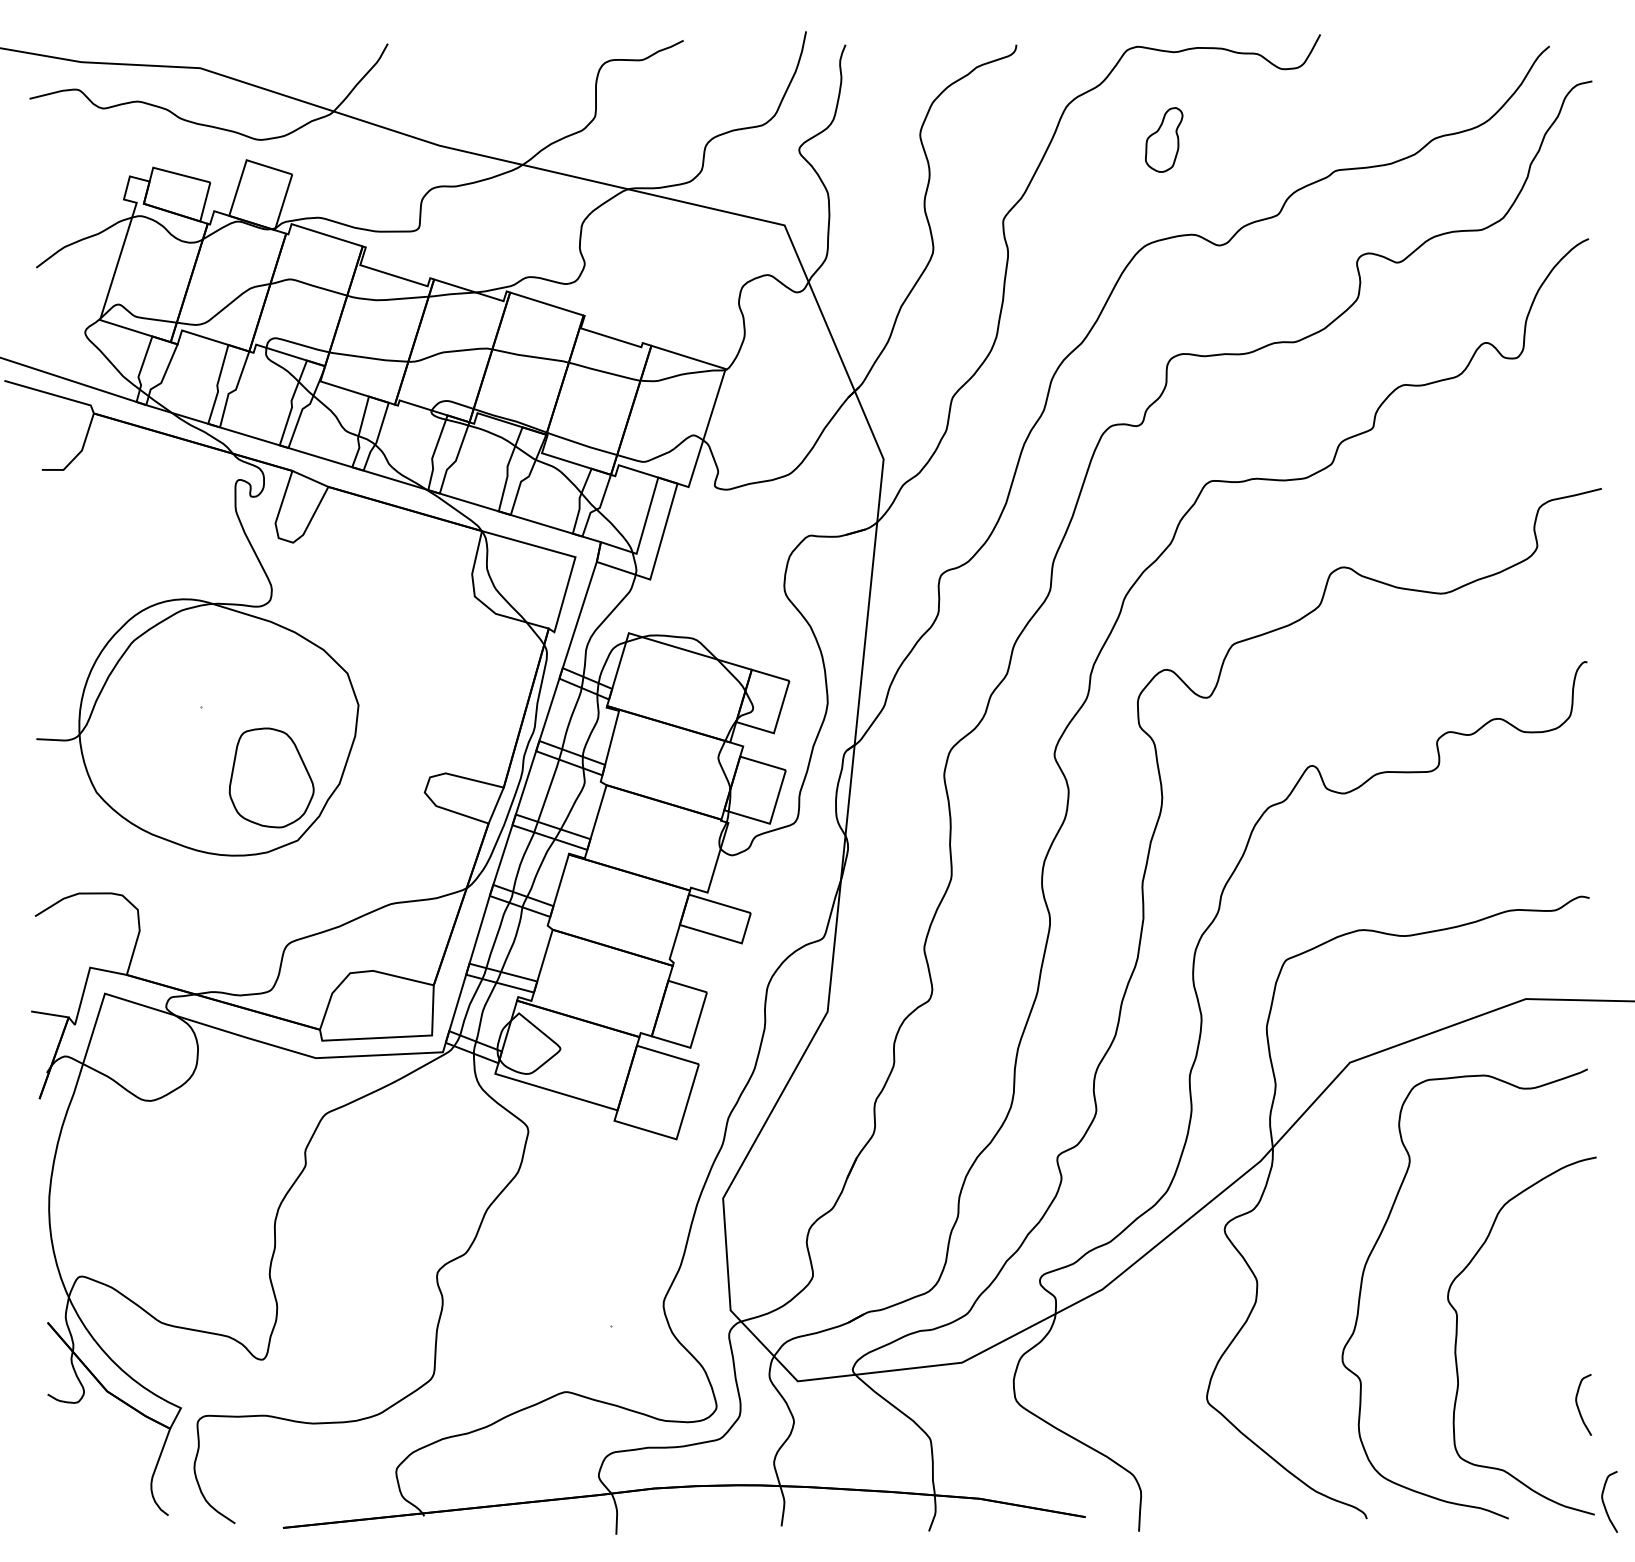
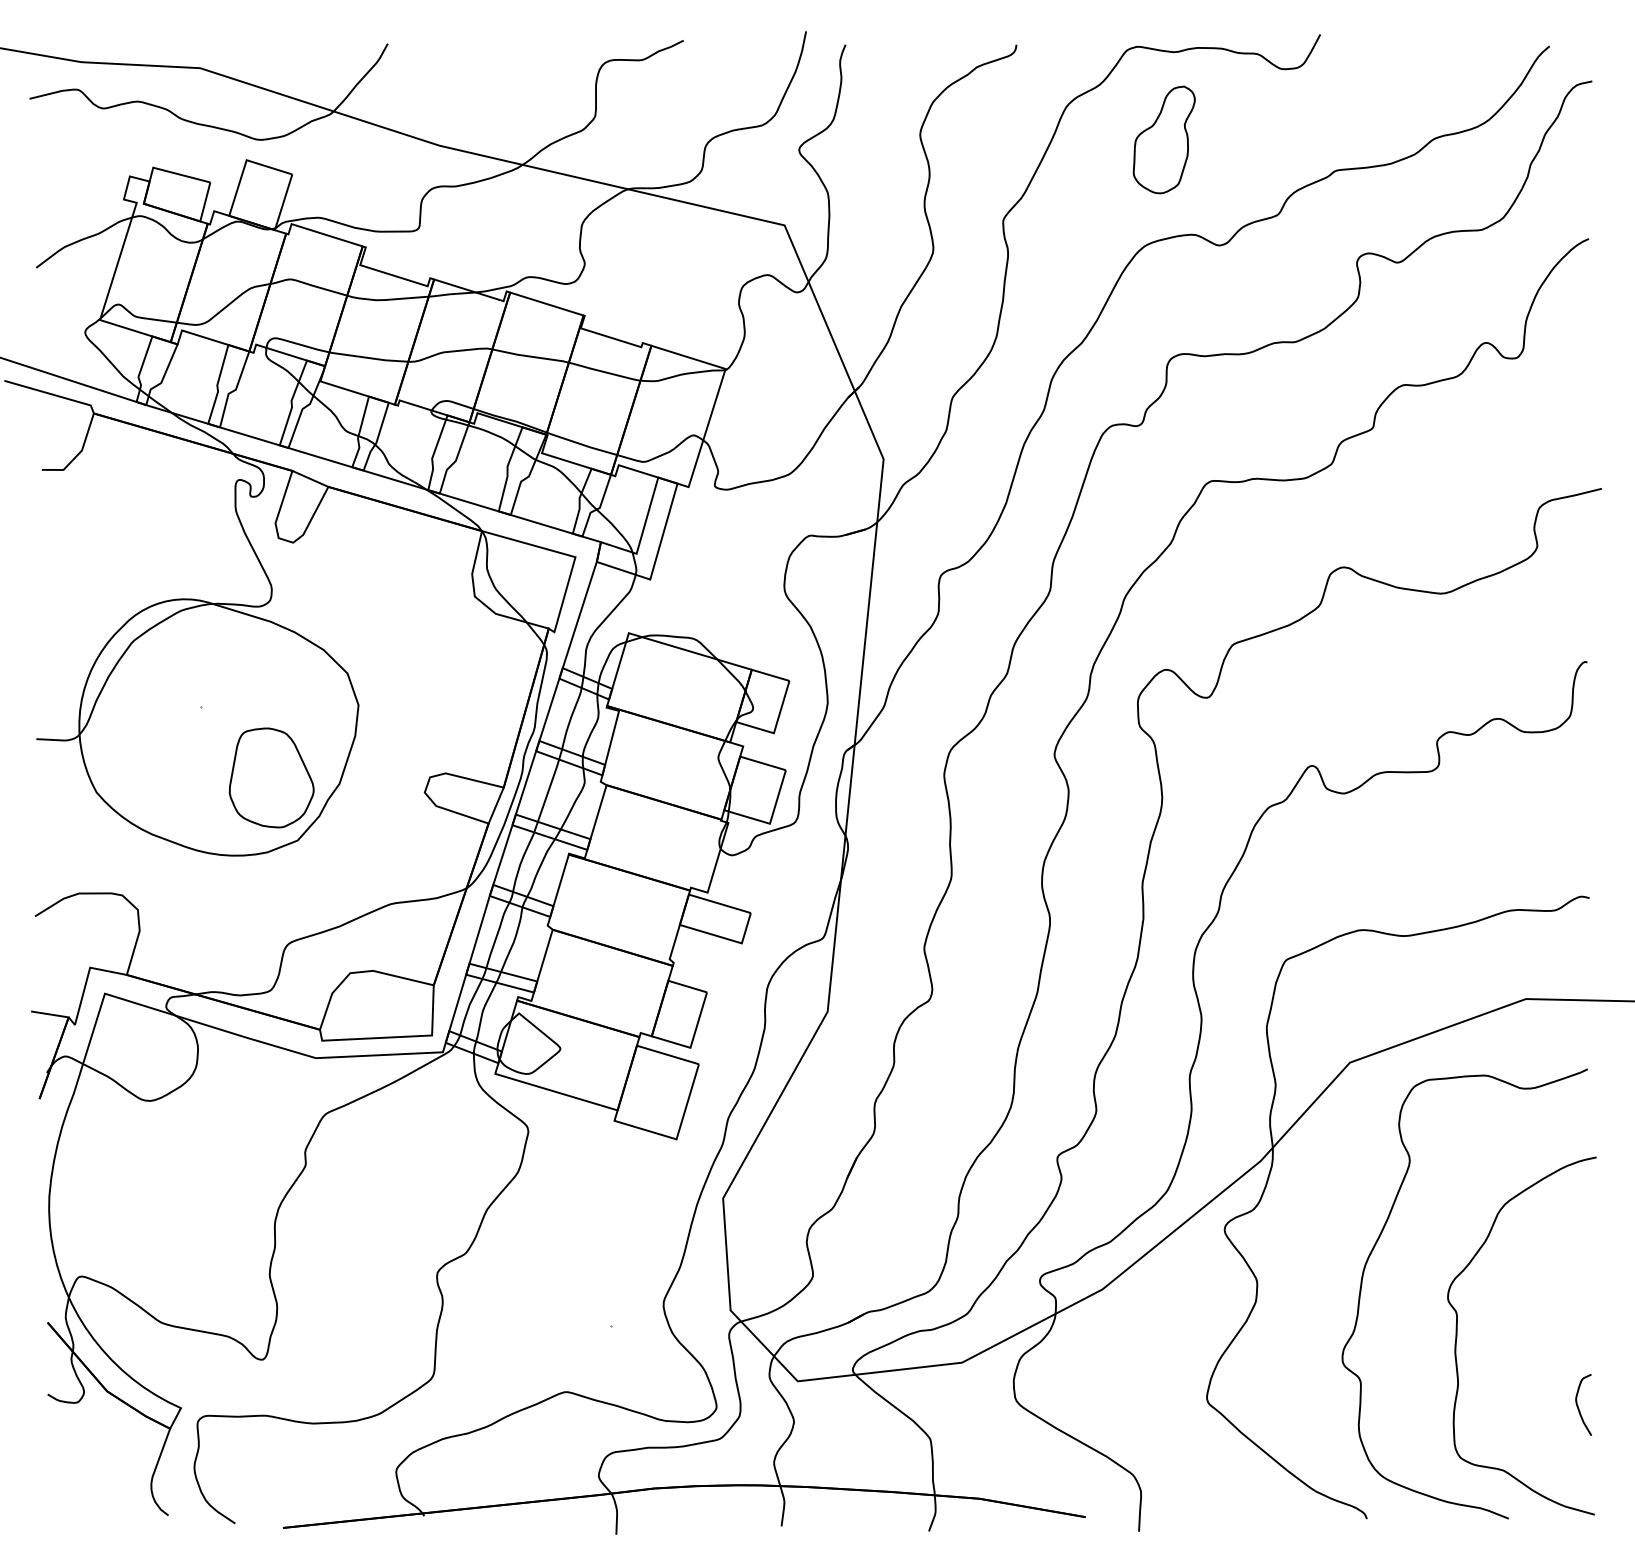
part at (1164, 139) size: 39x66 px -> 64x110 px
curve at (1604, 1502): present -> none
